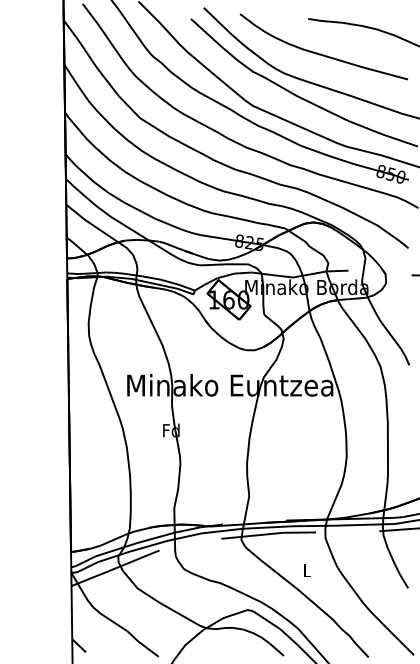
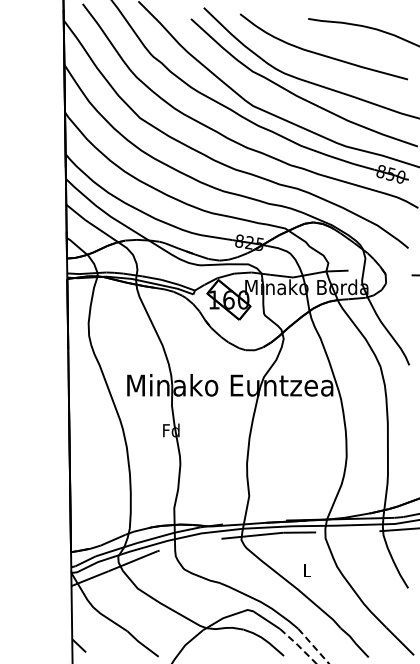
line at (298, 645): solid -> dashed
line at (313, 646): solid -> dashed
